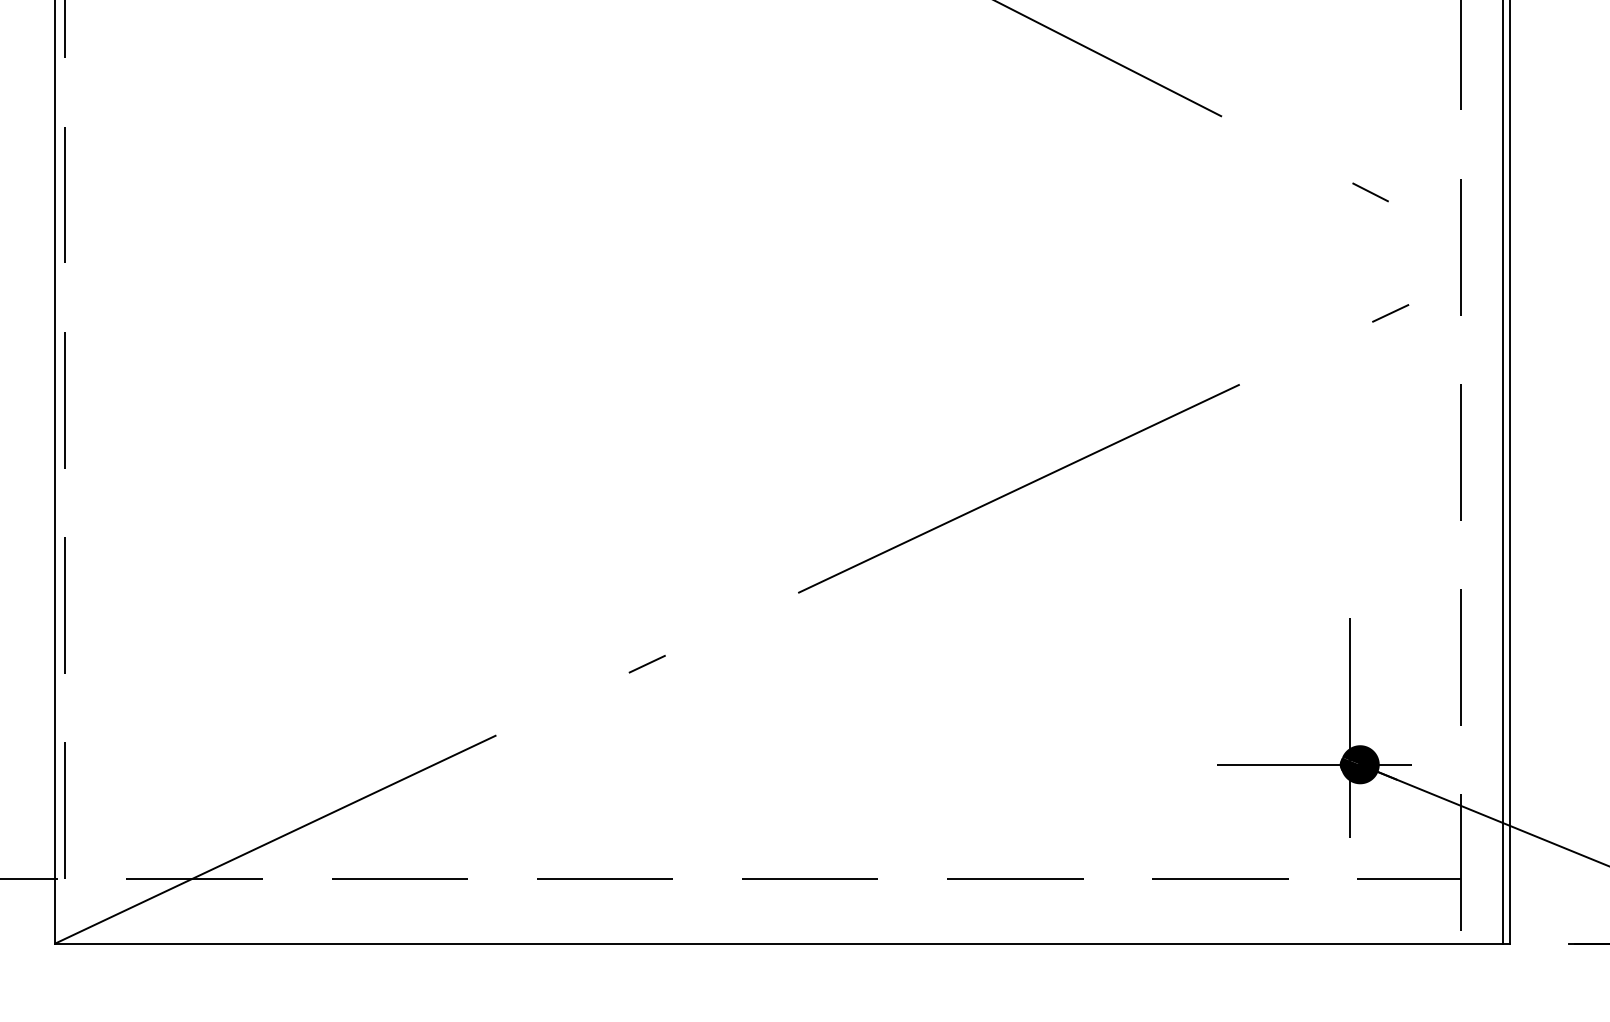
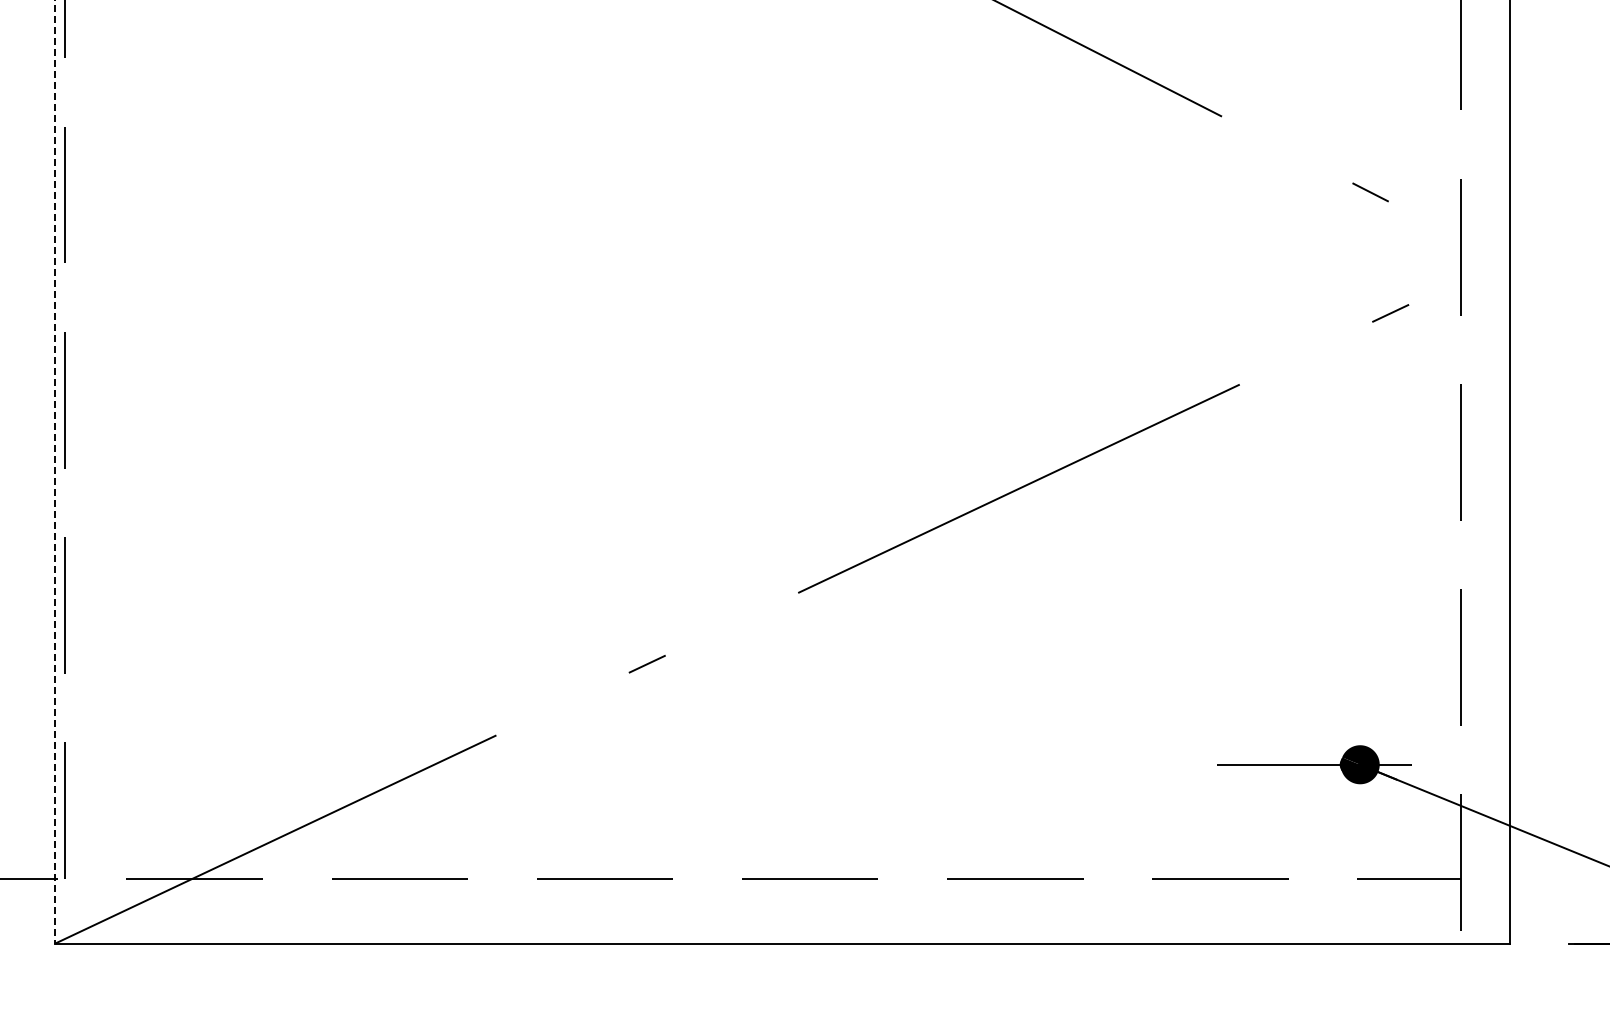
line at (54, 471): solid -> dashed
line at (1503, 472): present -> none
line at (1350, 728): present -> none
